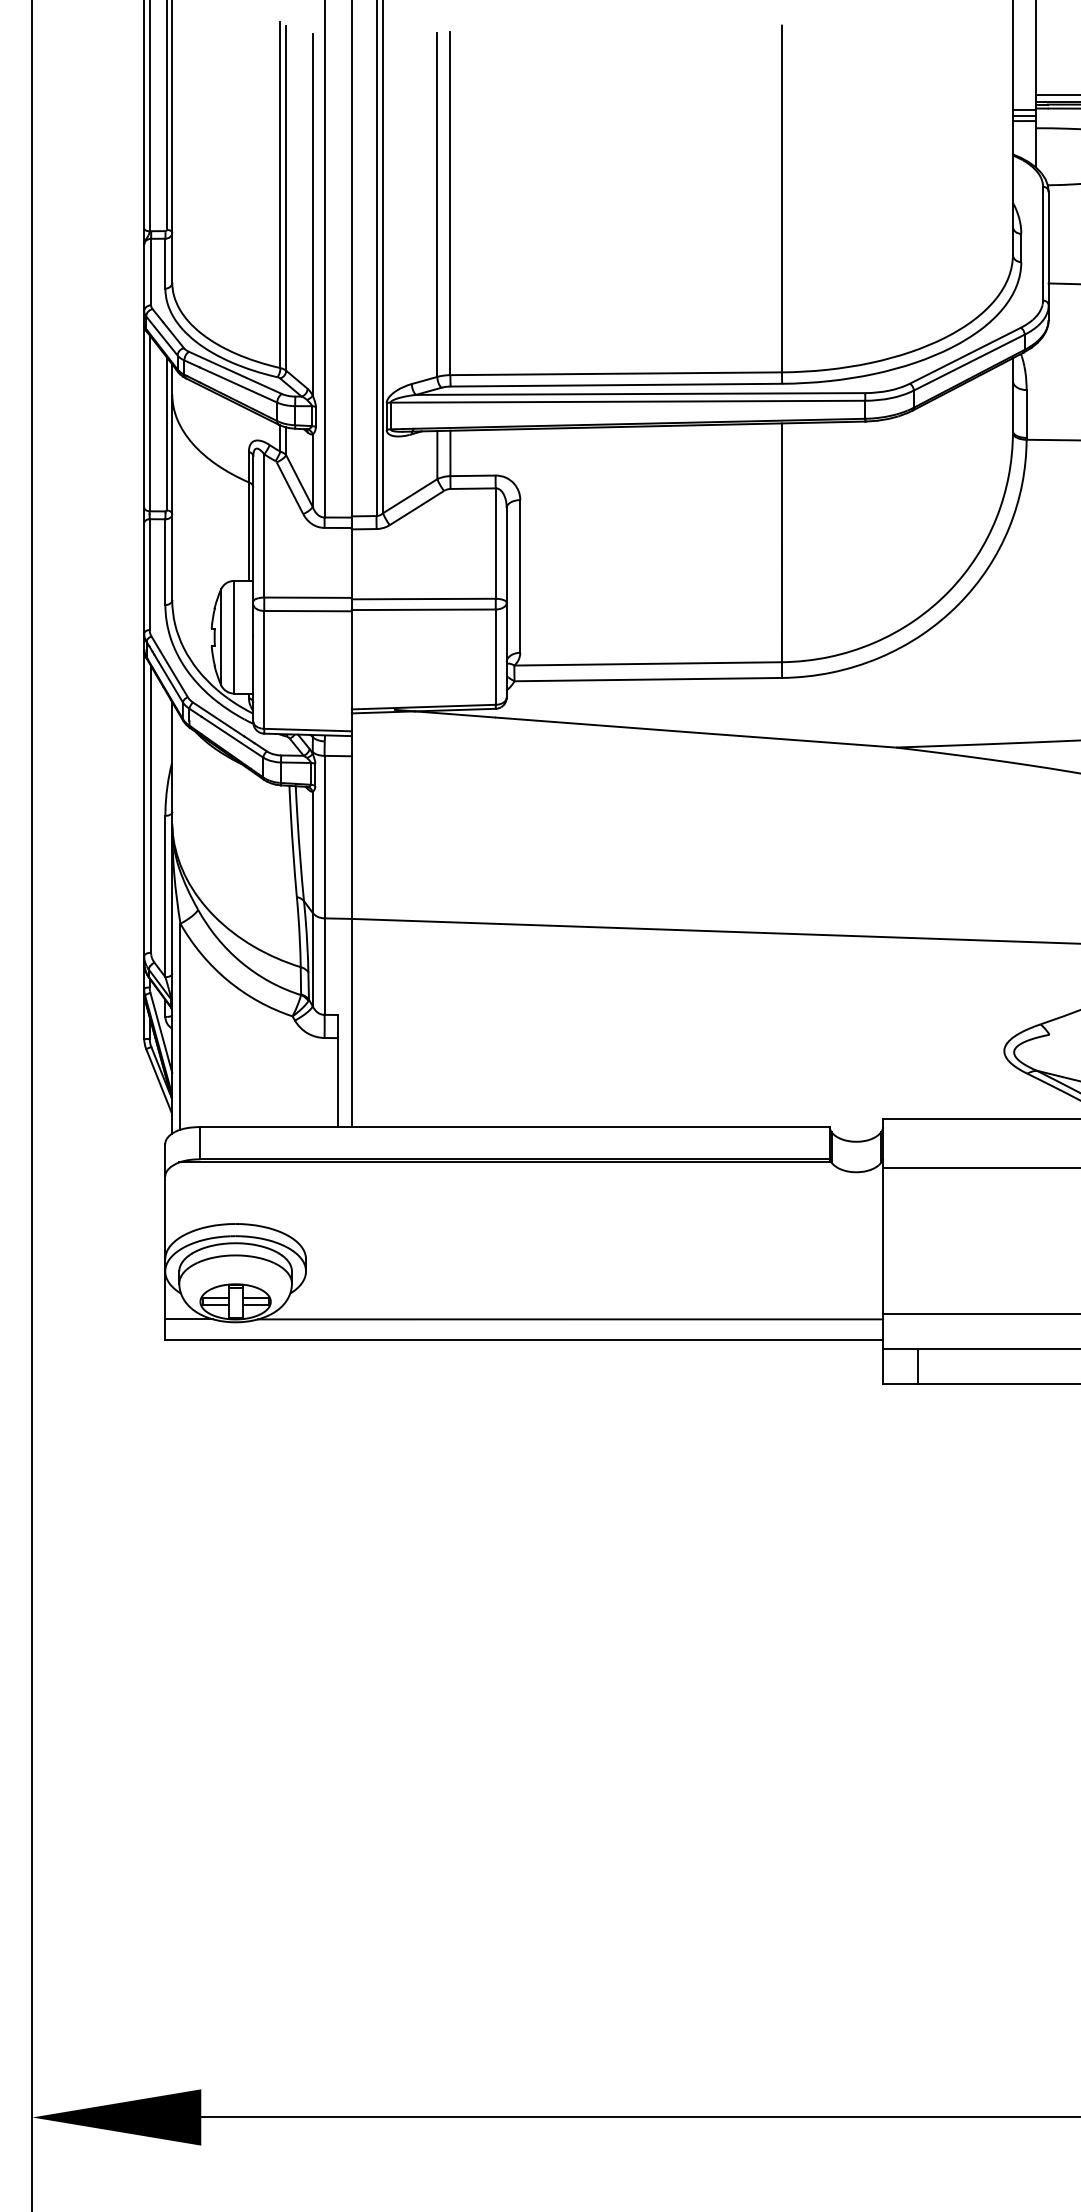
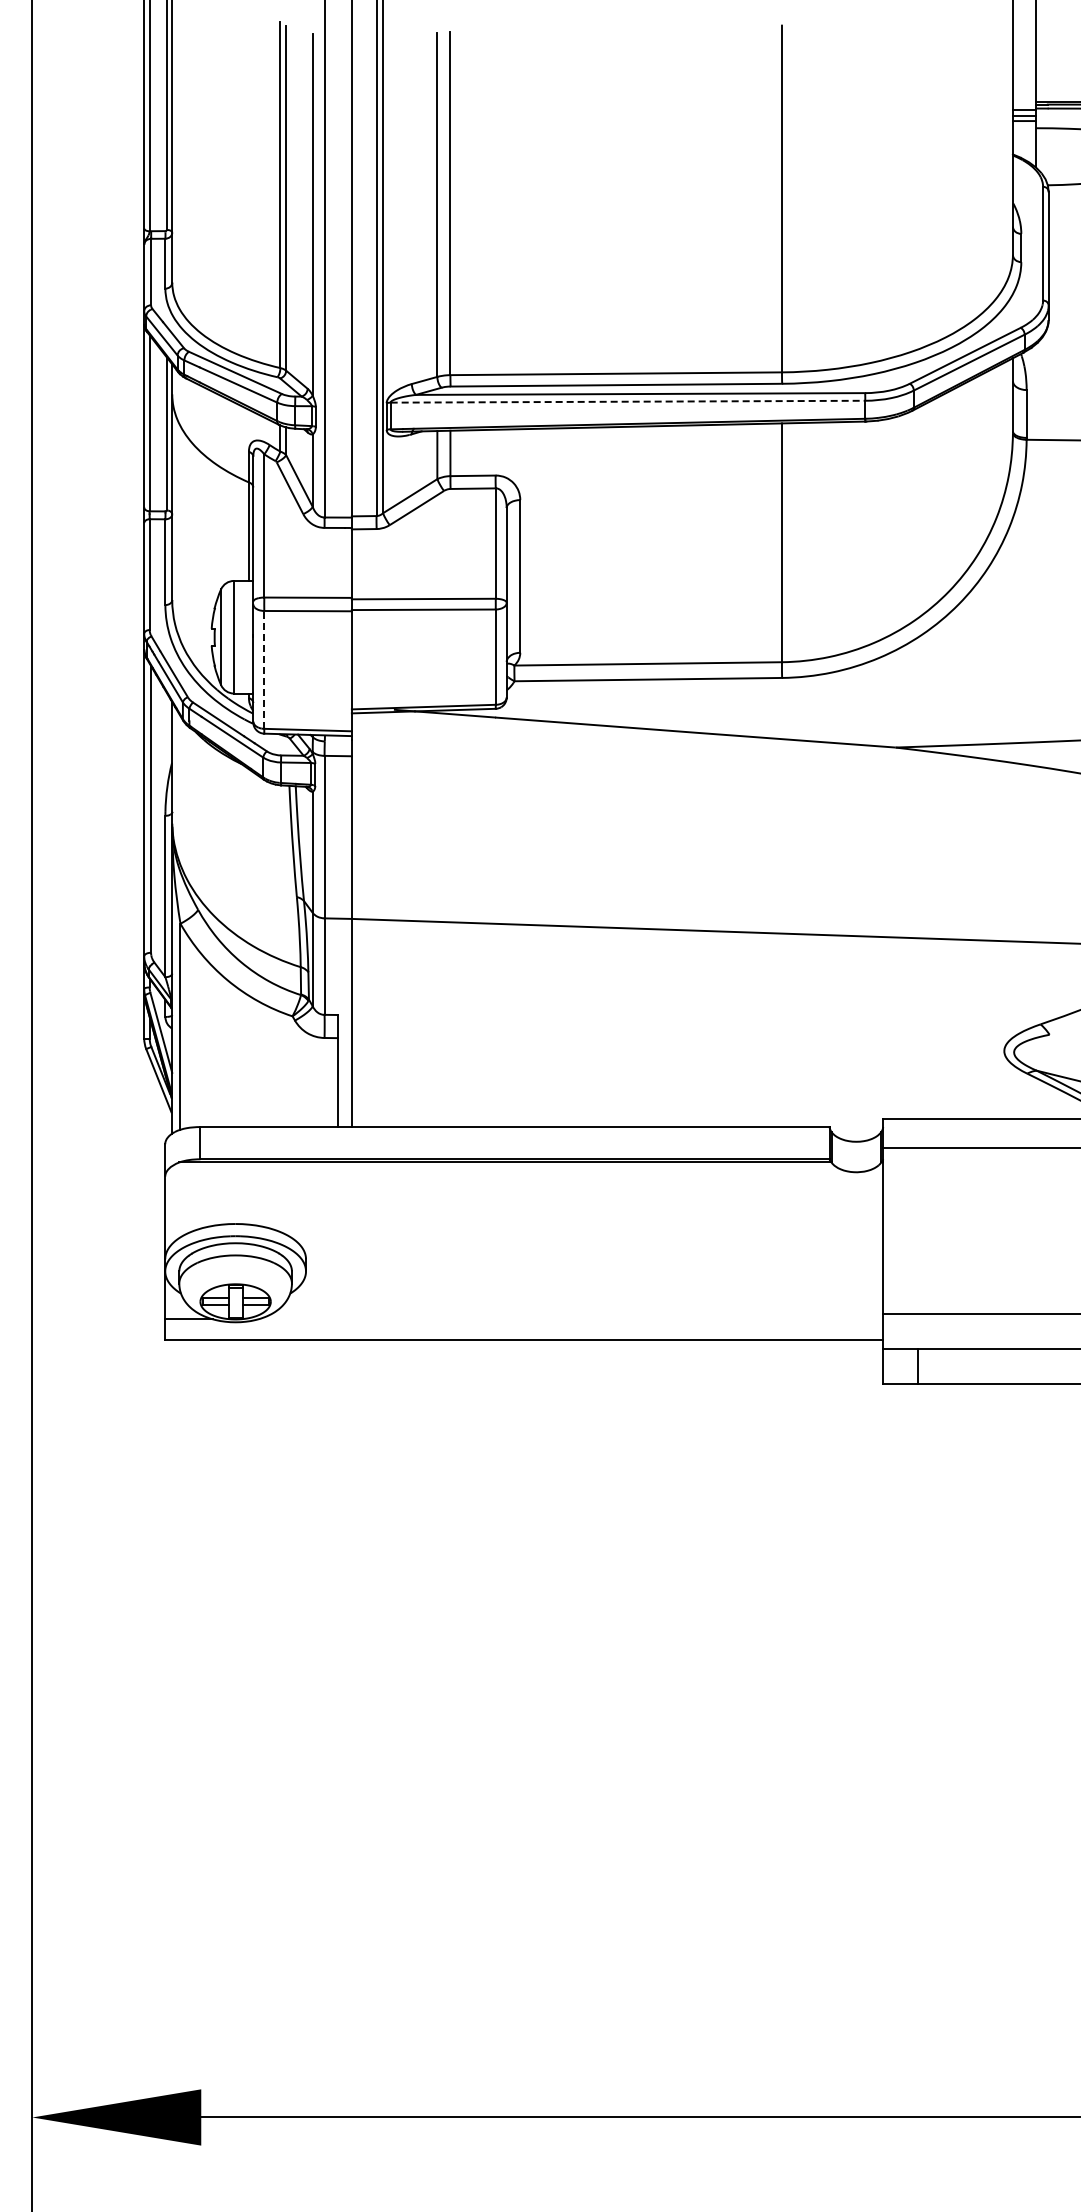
line at (1056, 94): present -> none
line at (1062, 283): present -> none
line at (628, 401): solid -> dashed
line at (264, 669): solid -> dashed
line at (980, 1168) position: (980, 1168) -> (980, 1148)
line at (570, 1319): present -> none
